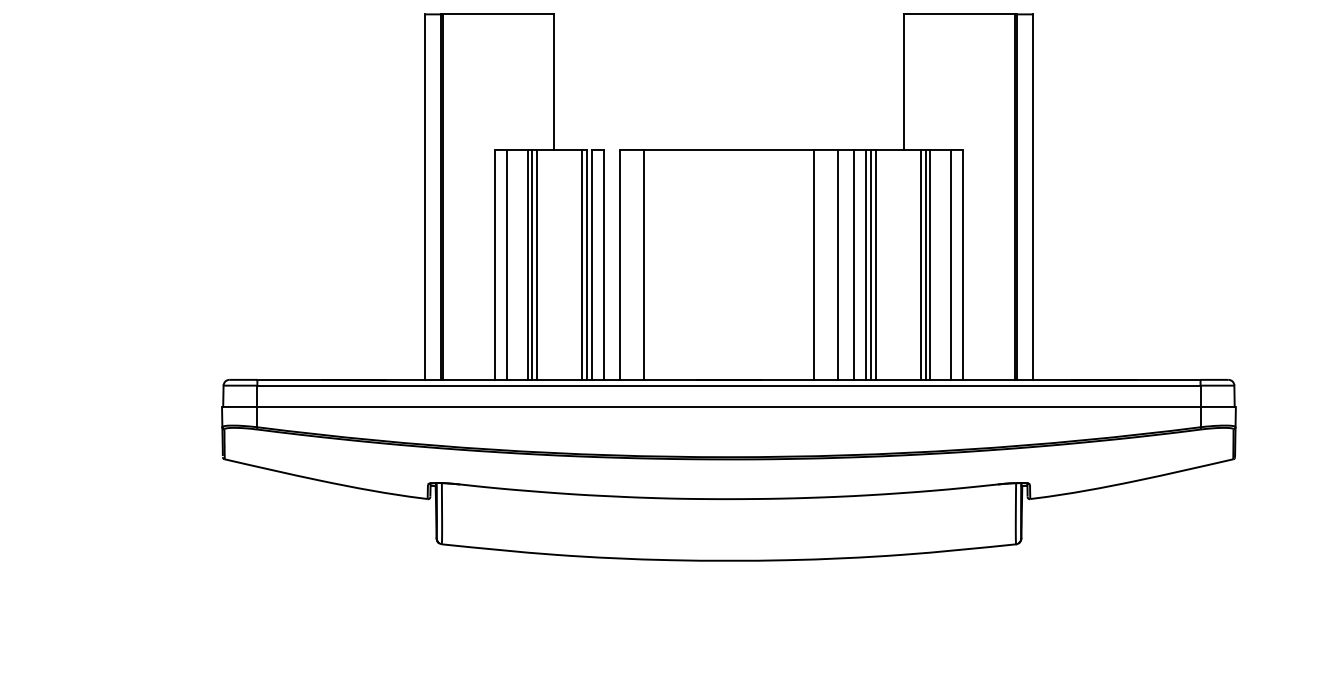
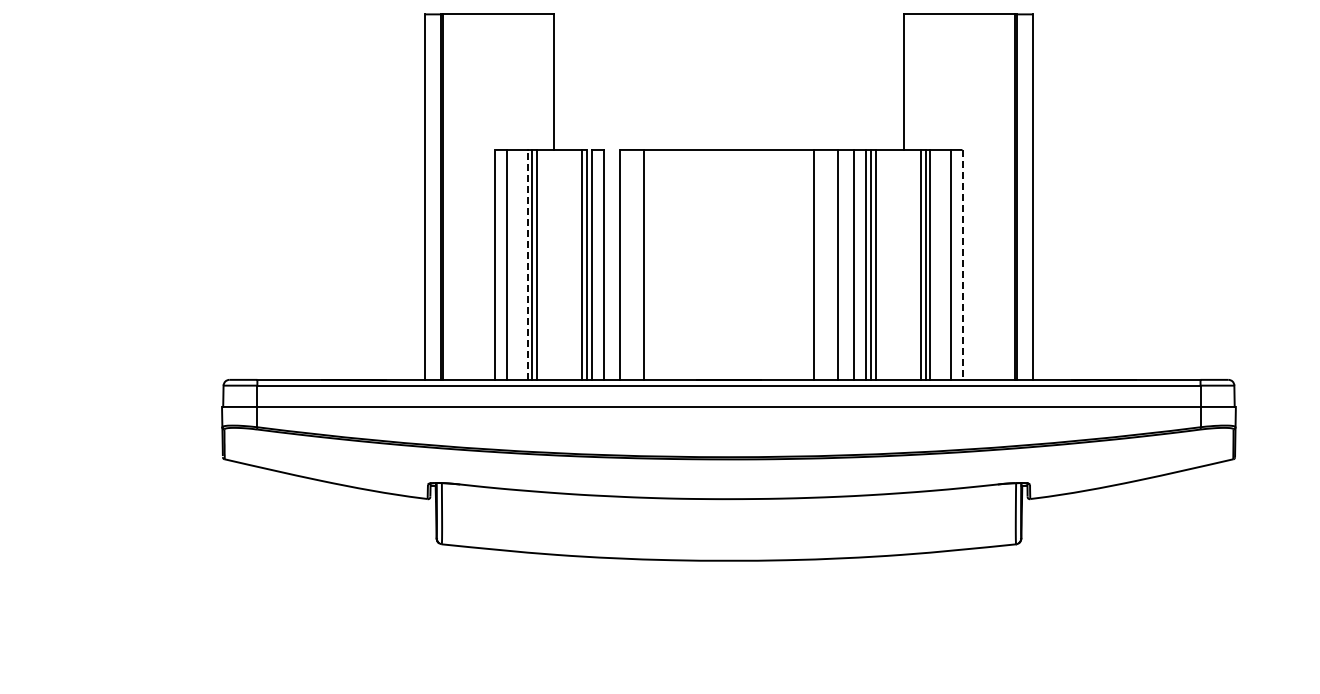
line at (527, 264): solid -> dashed
line at (962, 264): solid -> dashed
